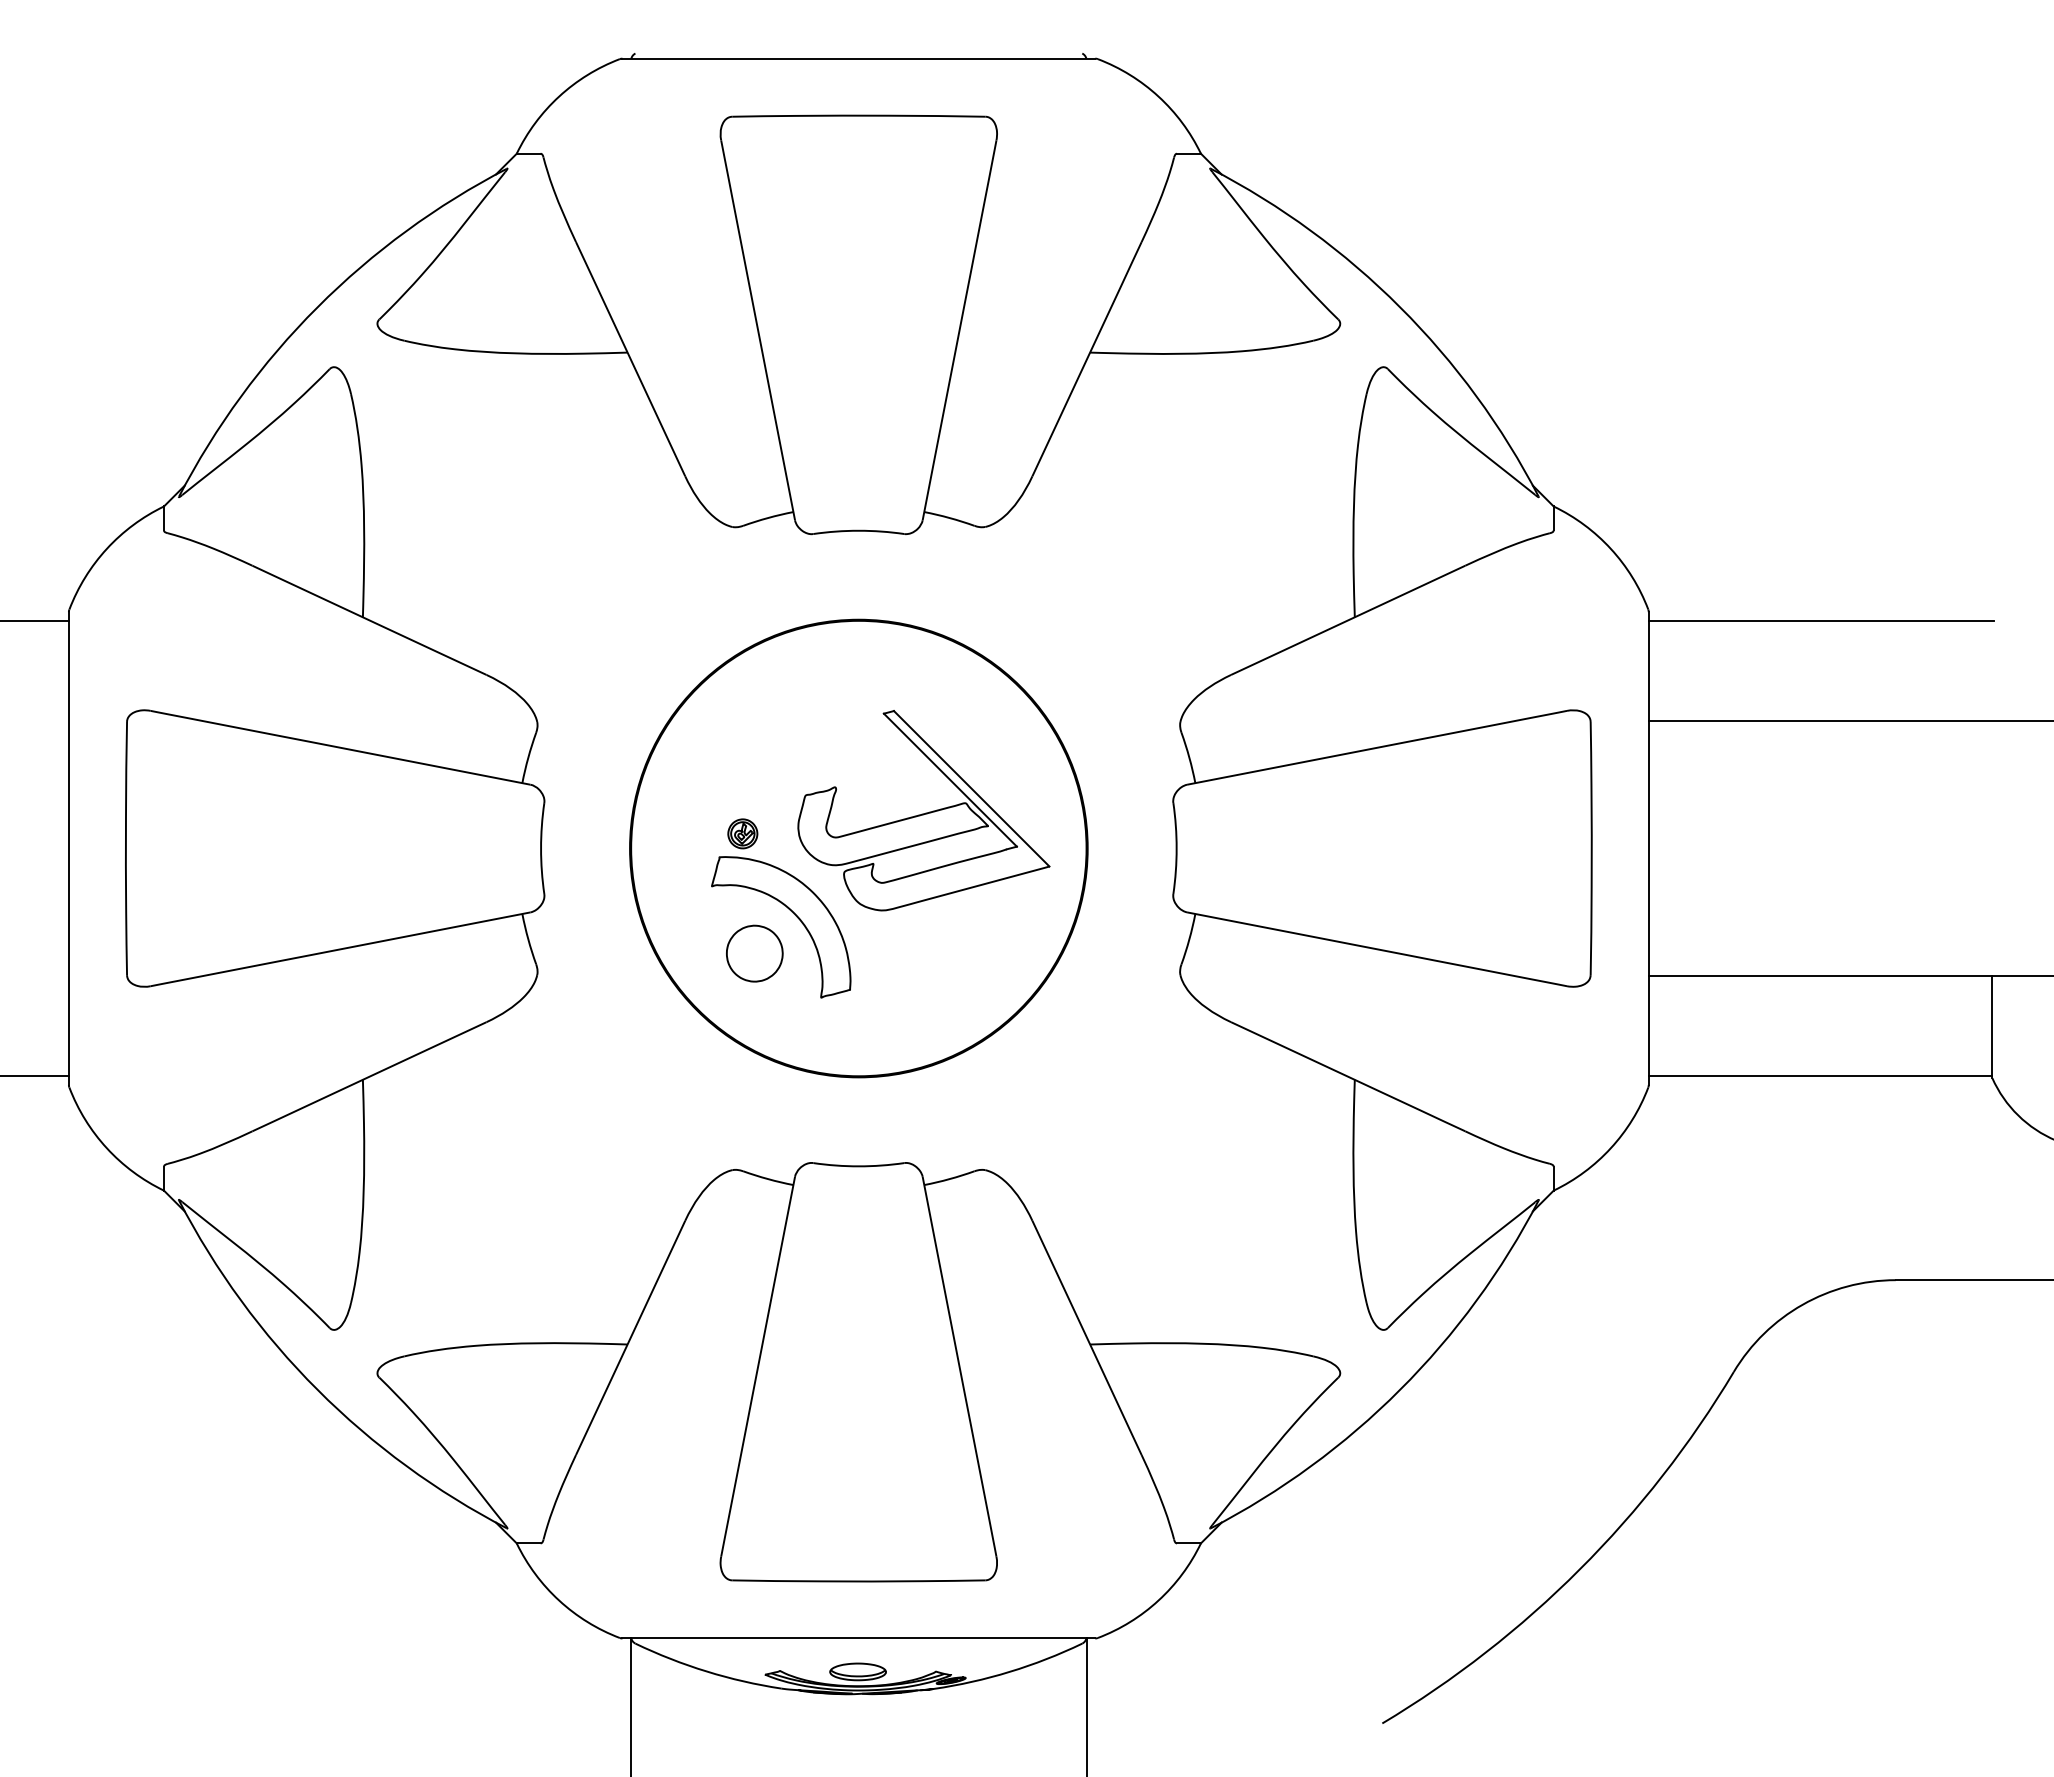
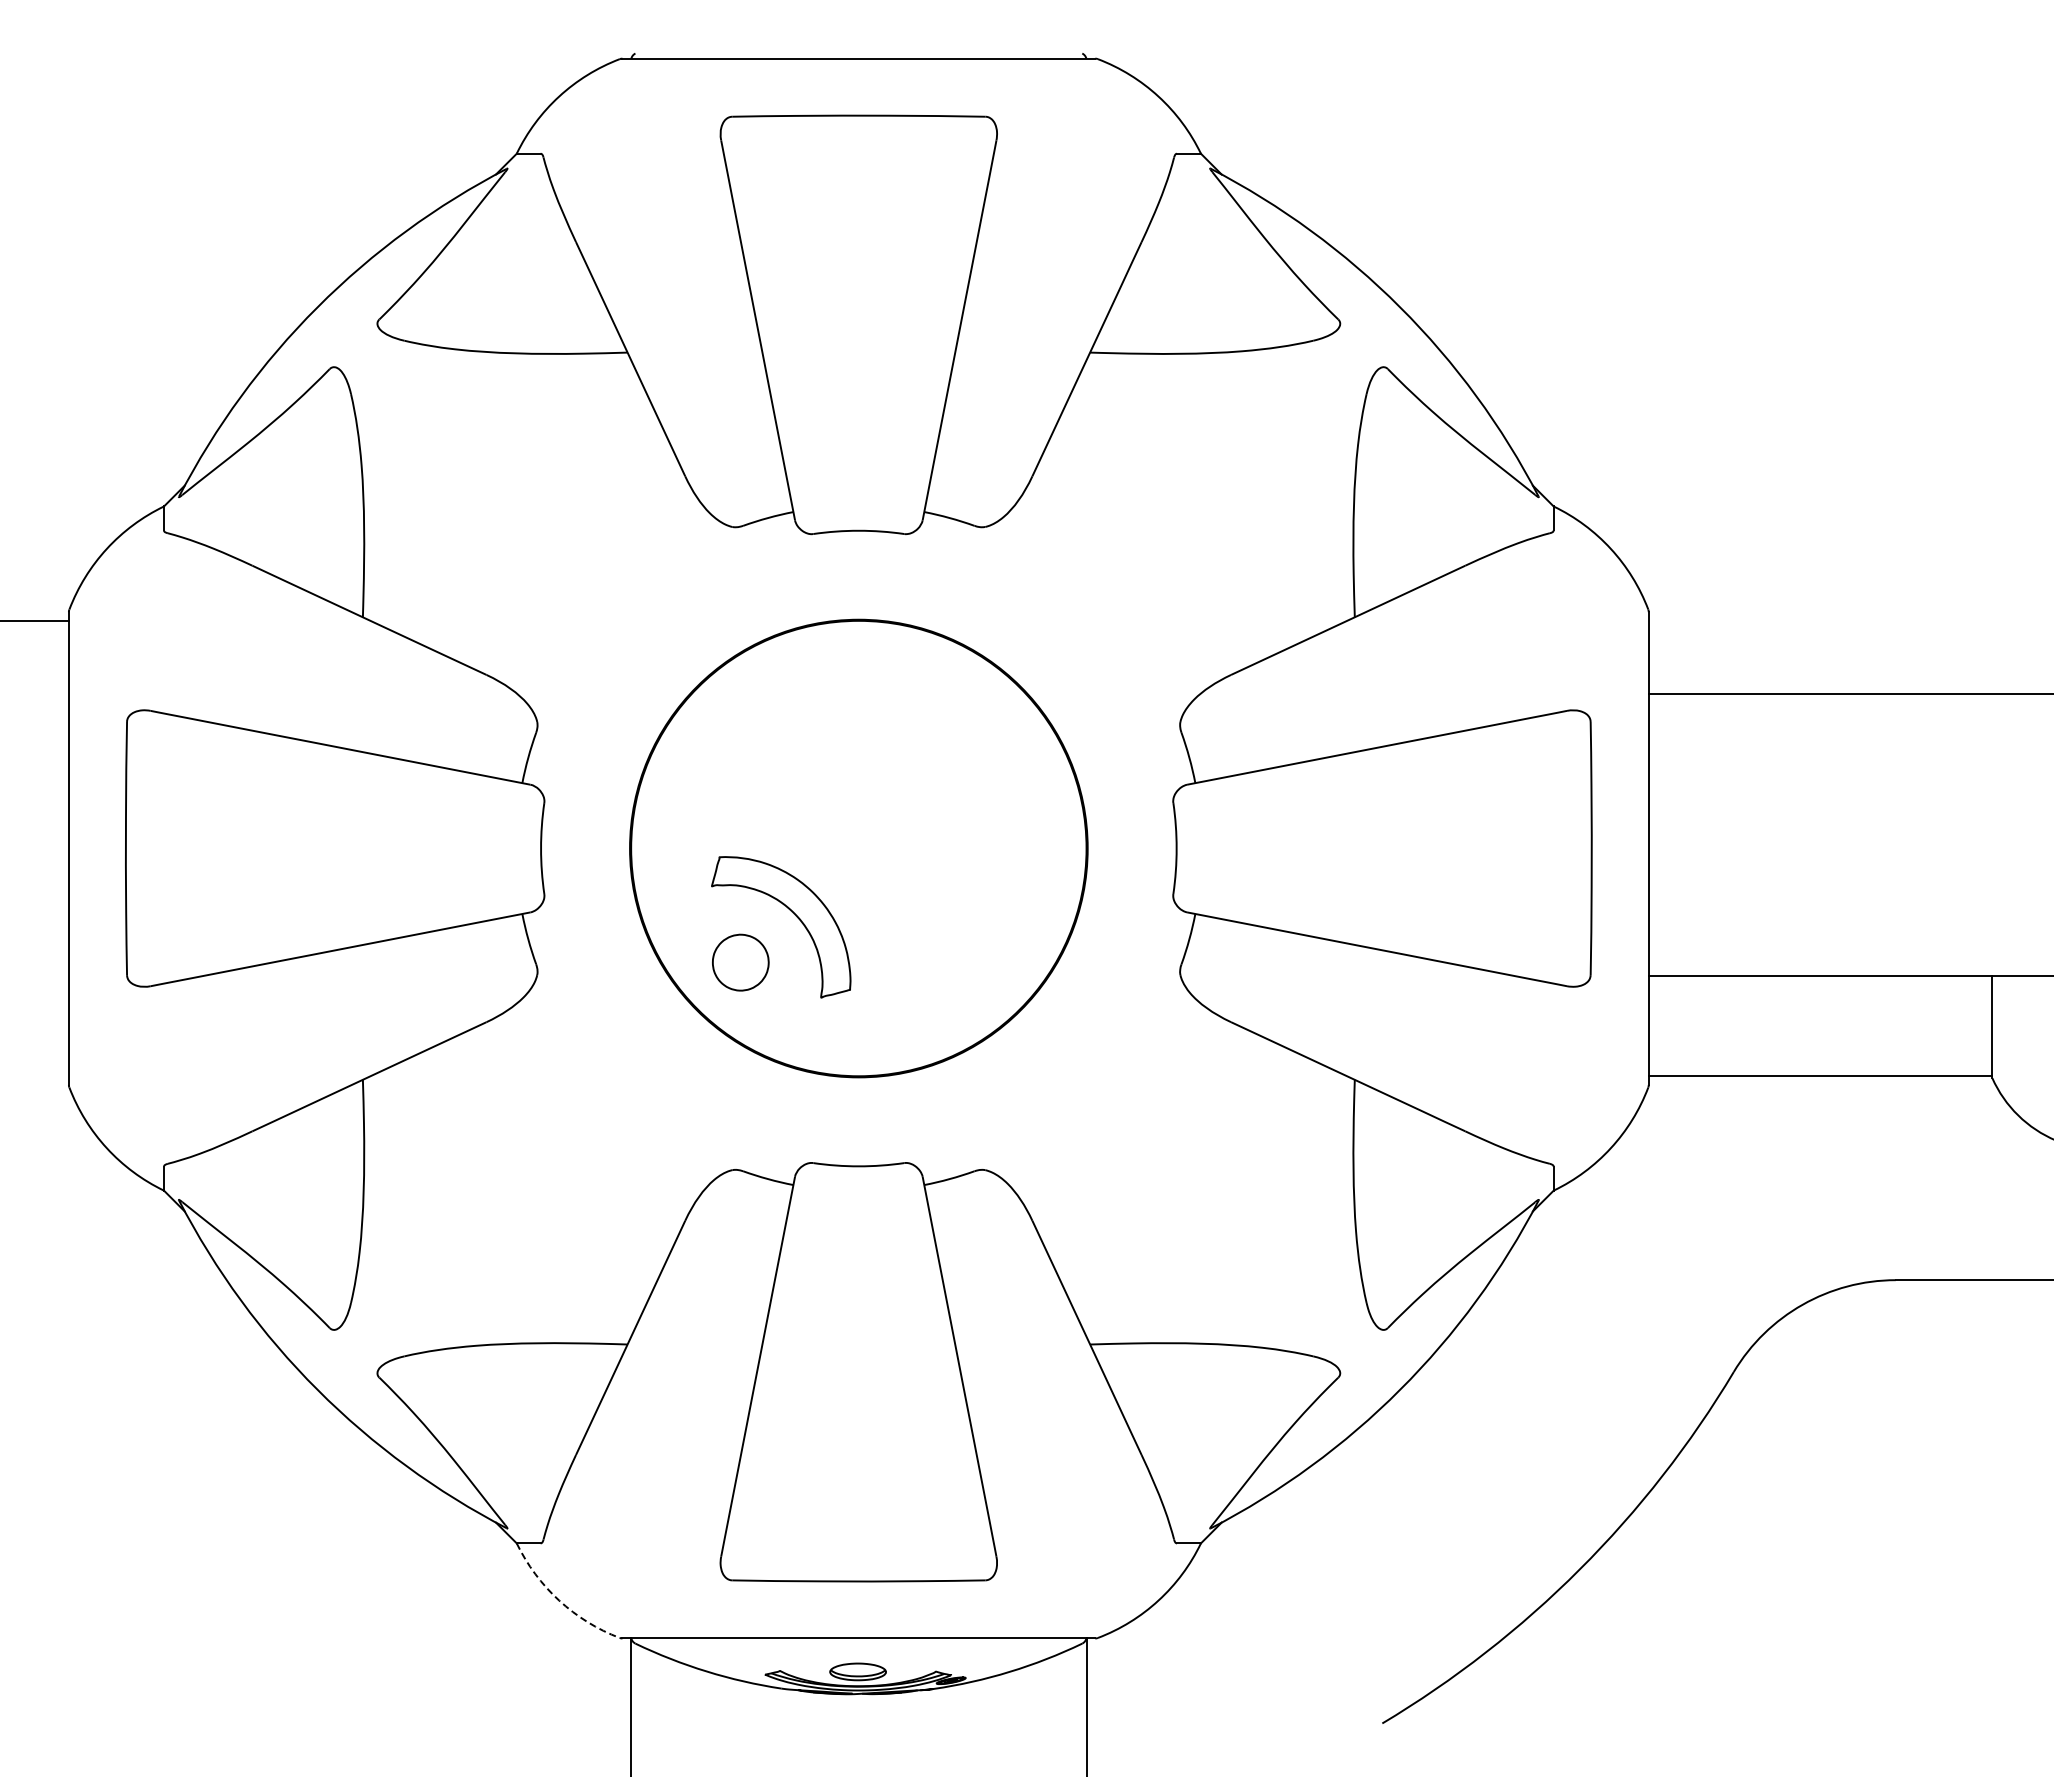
line at (1820, 620): present -> none
line at (1849, 721) position: (1849, 721) -> (1849, 694)
part at (923, 810): present -> none
part at (742, 833): present -> none
part at (754, 953) position: (754, 953) -> (740, 962)
line at (35, 1076): present -> none
arc at (559, 1600): solid -> dashed
